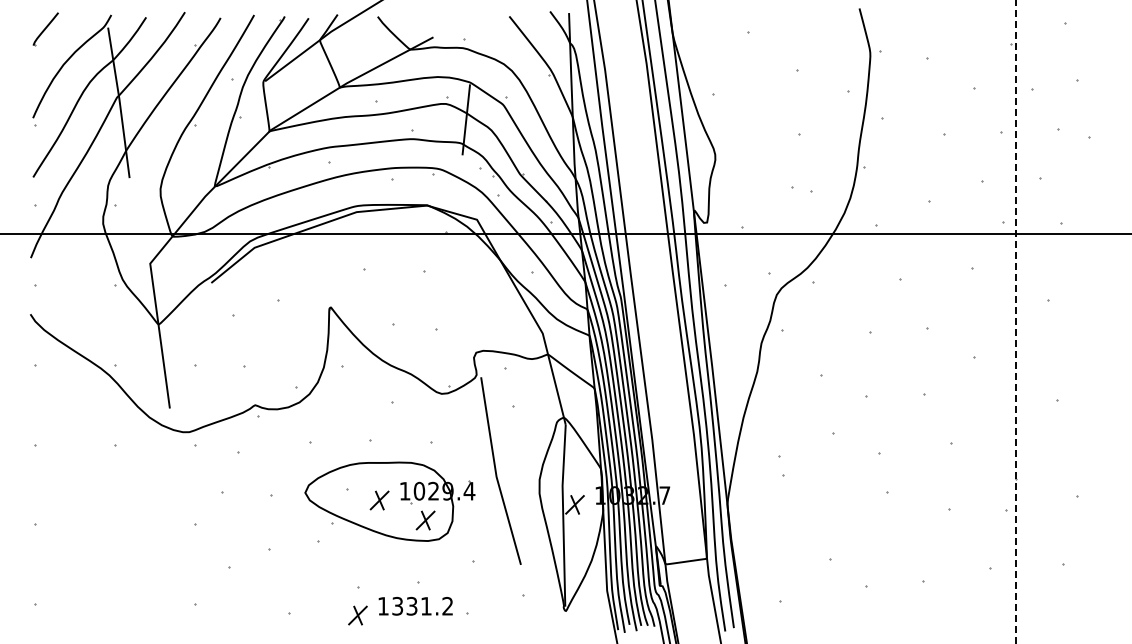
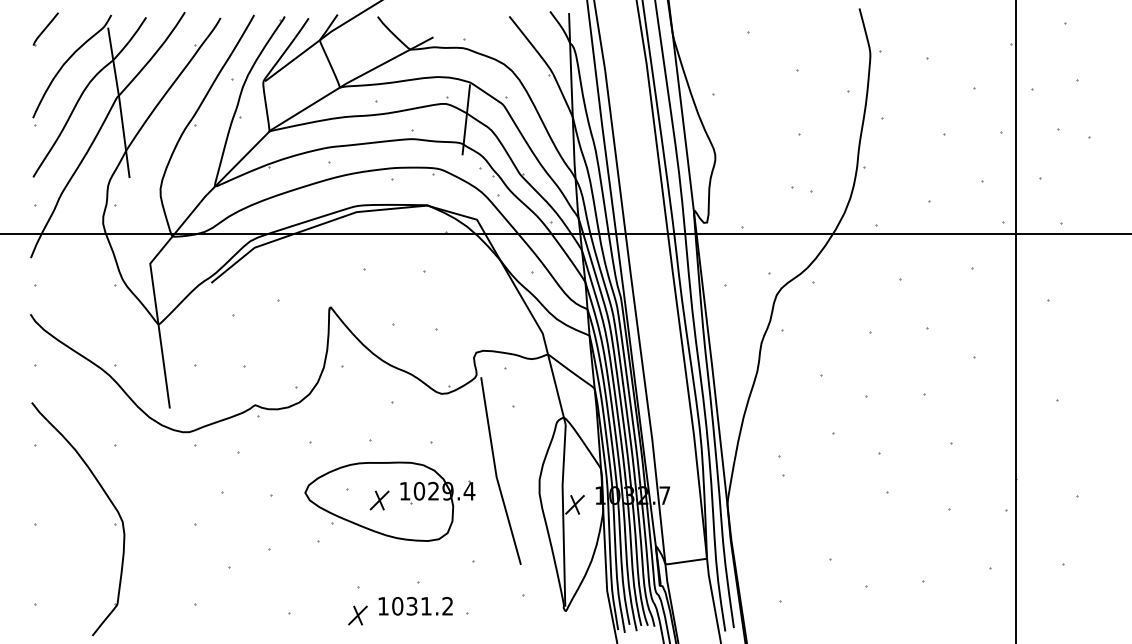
line at (1015, 321): dashed -> solid
part at (108, 499): none -> present
part at (425, 520): present -> none
text at (397, 606): 1331.2 -> 1031.2
